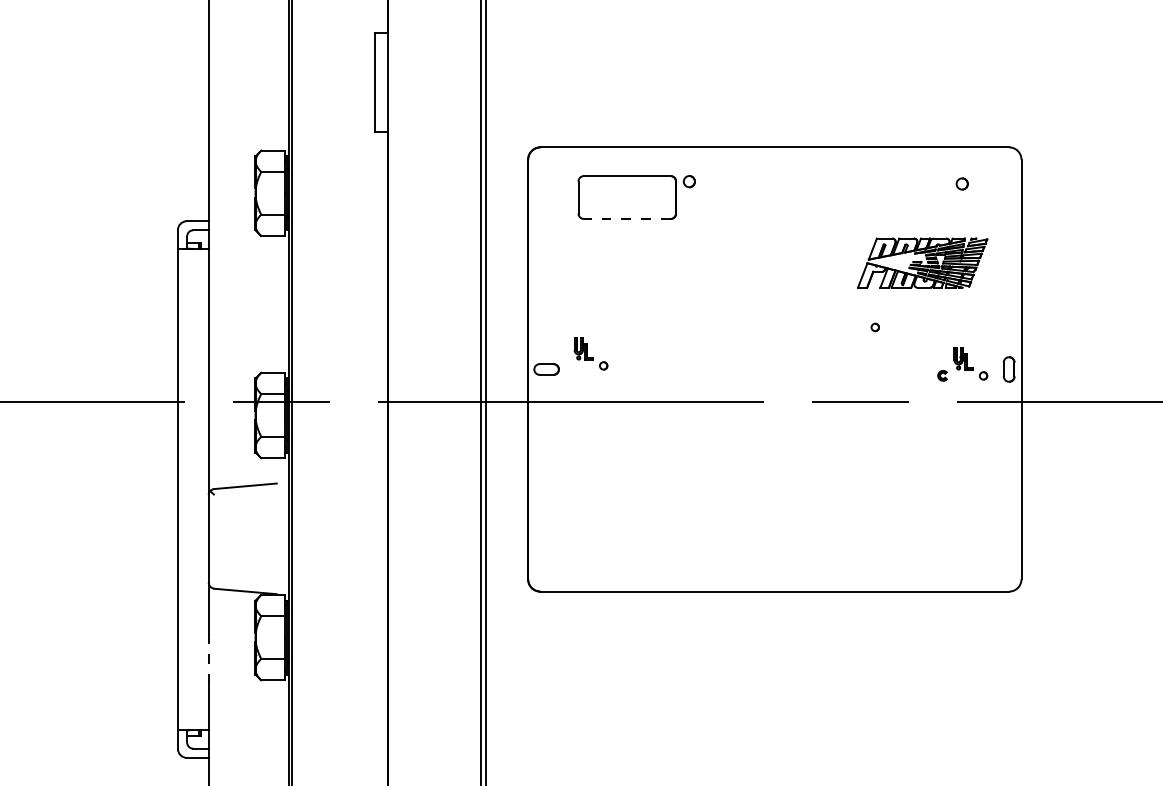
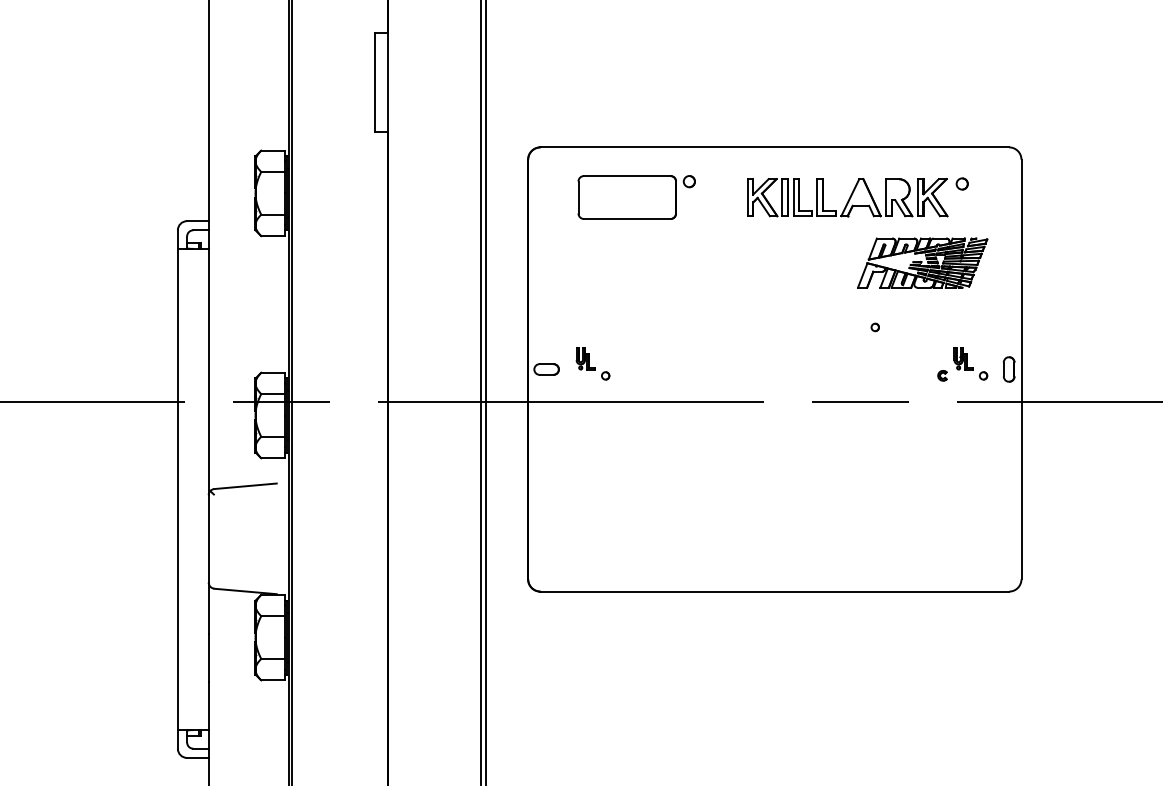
part at (847, 197): none -> present
line at (626, 219): dashed -> solid
part at (590, 353) position: (590, 353) -> (592, 363)
line at (208, 657): dashed -> solid
